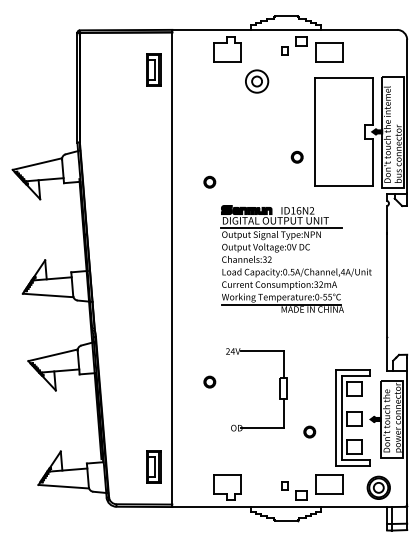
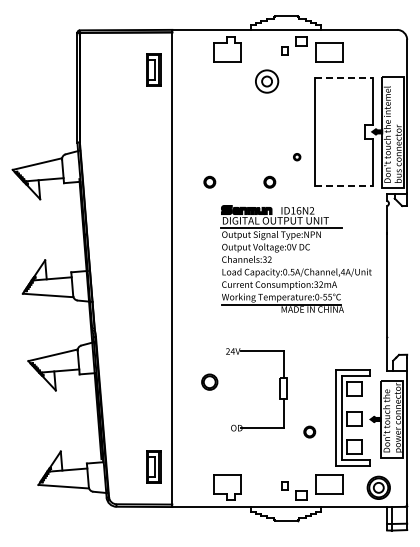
line at (343, 77): solid -> dashed
part at (257, 81) position: (257, 81) -> (267, 81)
part at (296, 156) size: 14x14 px -> 9x9 px
part at (269, 181): none -> present
line at (343, 186): solid -> dashed
part at (209, 381) size: 14x14 px -> 18x18 px
